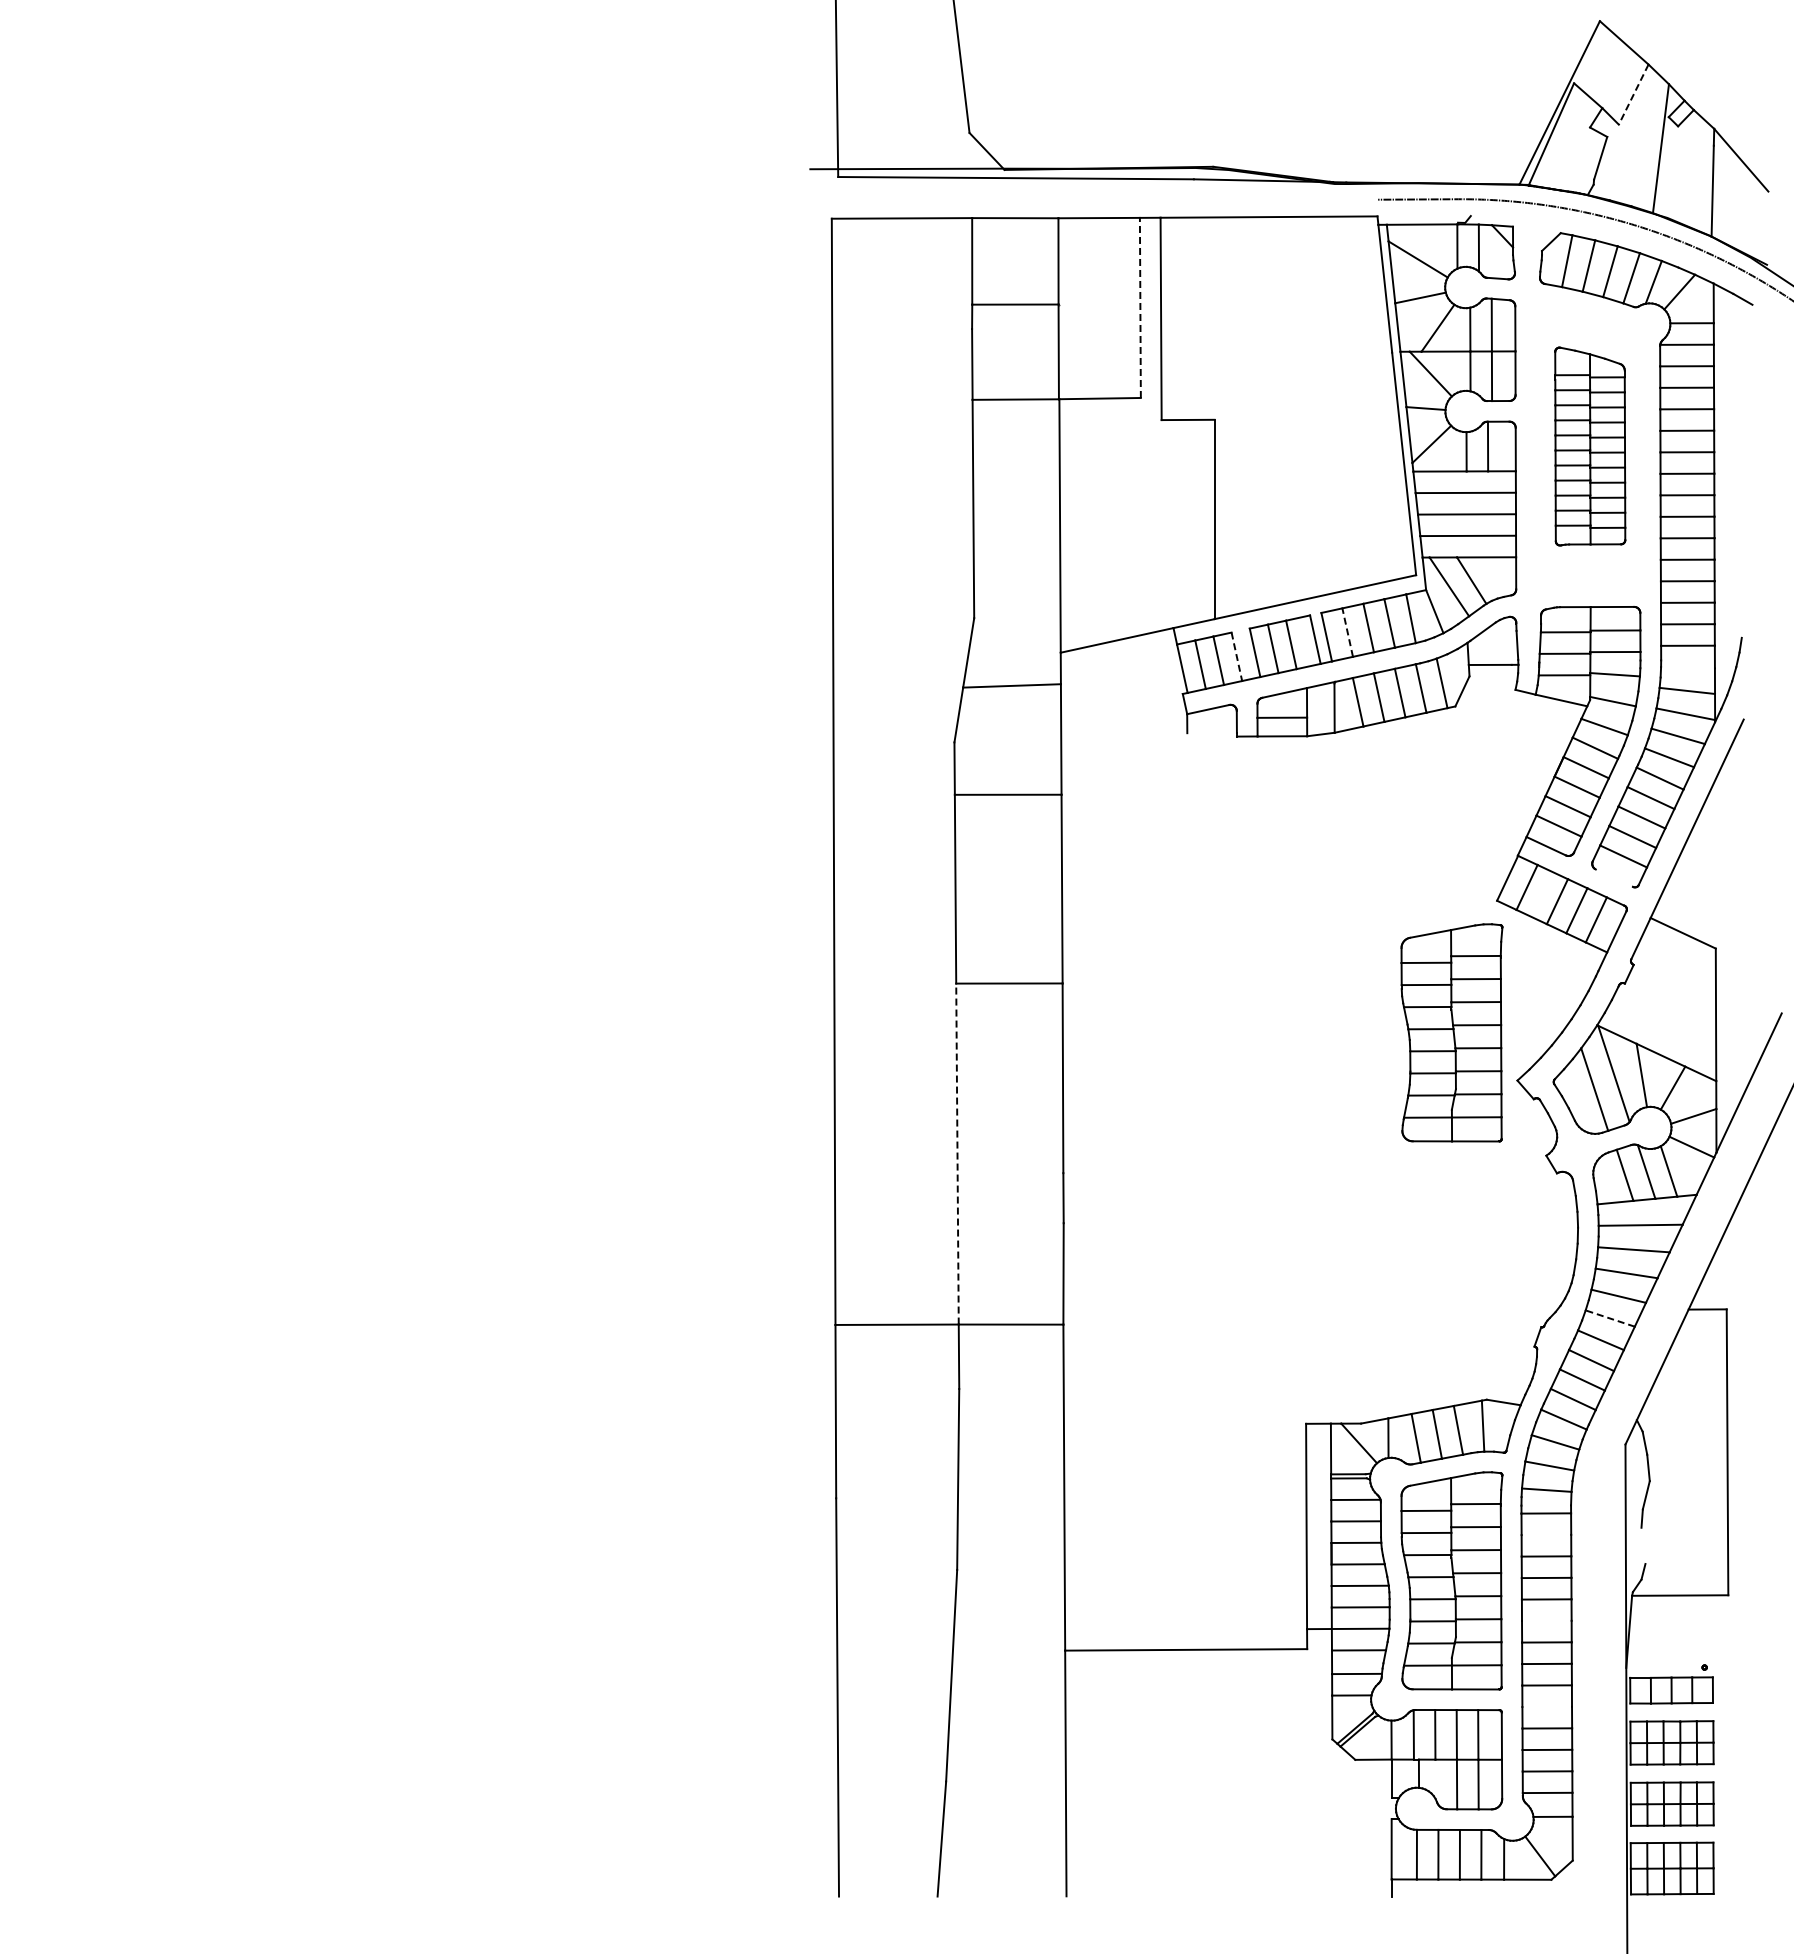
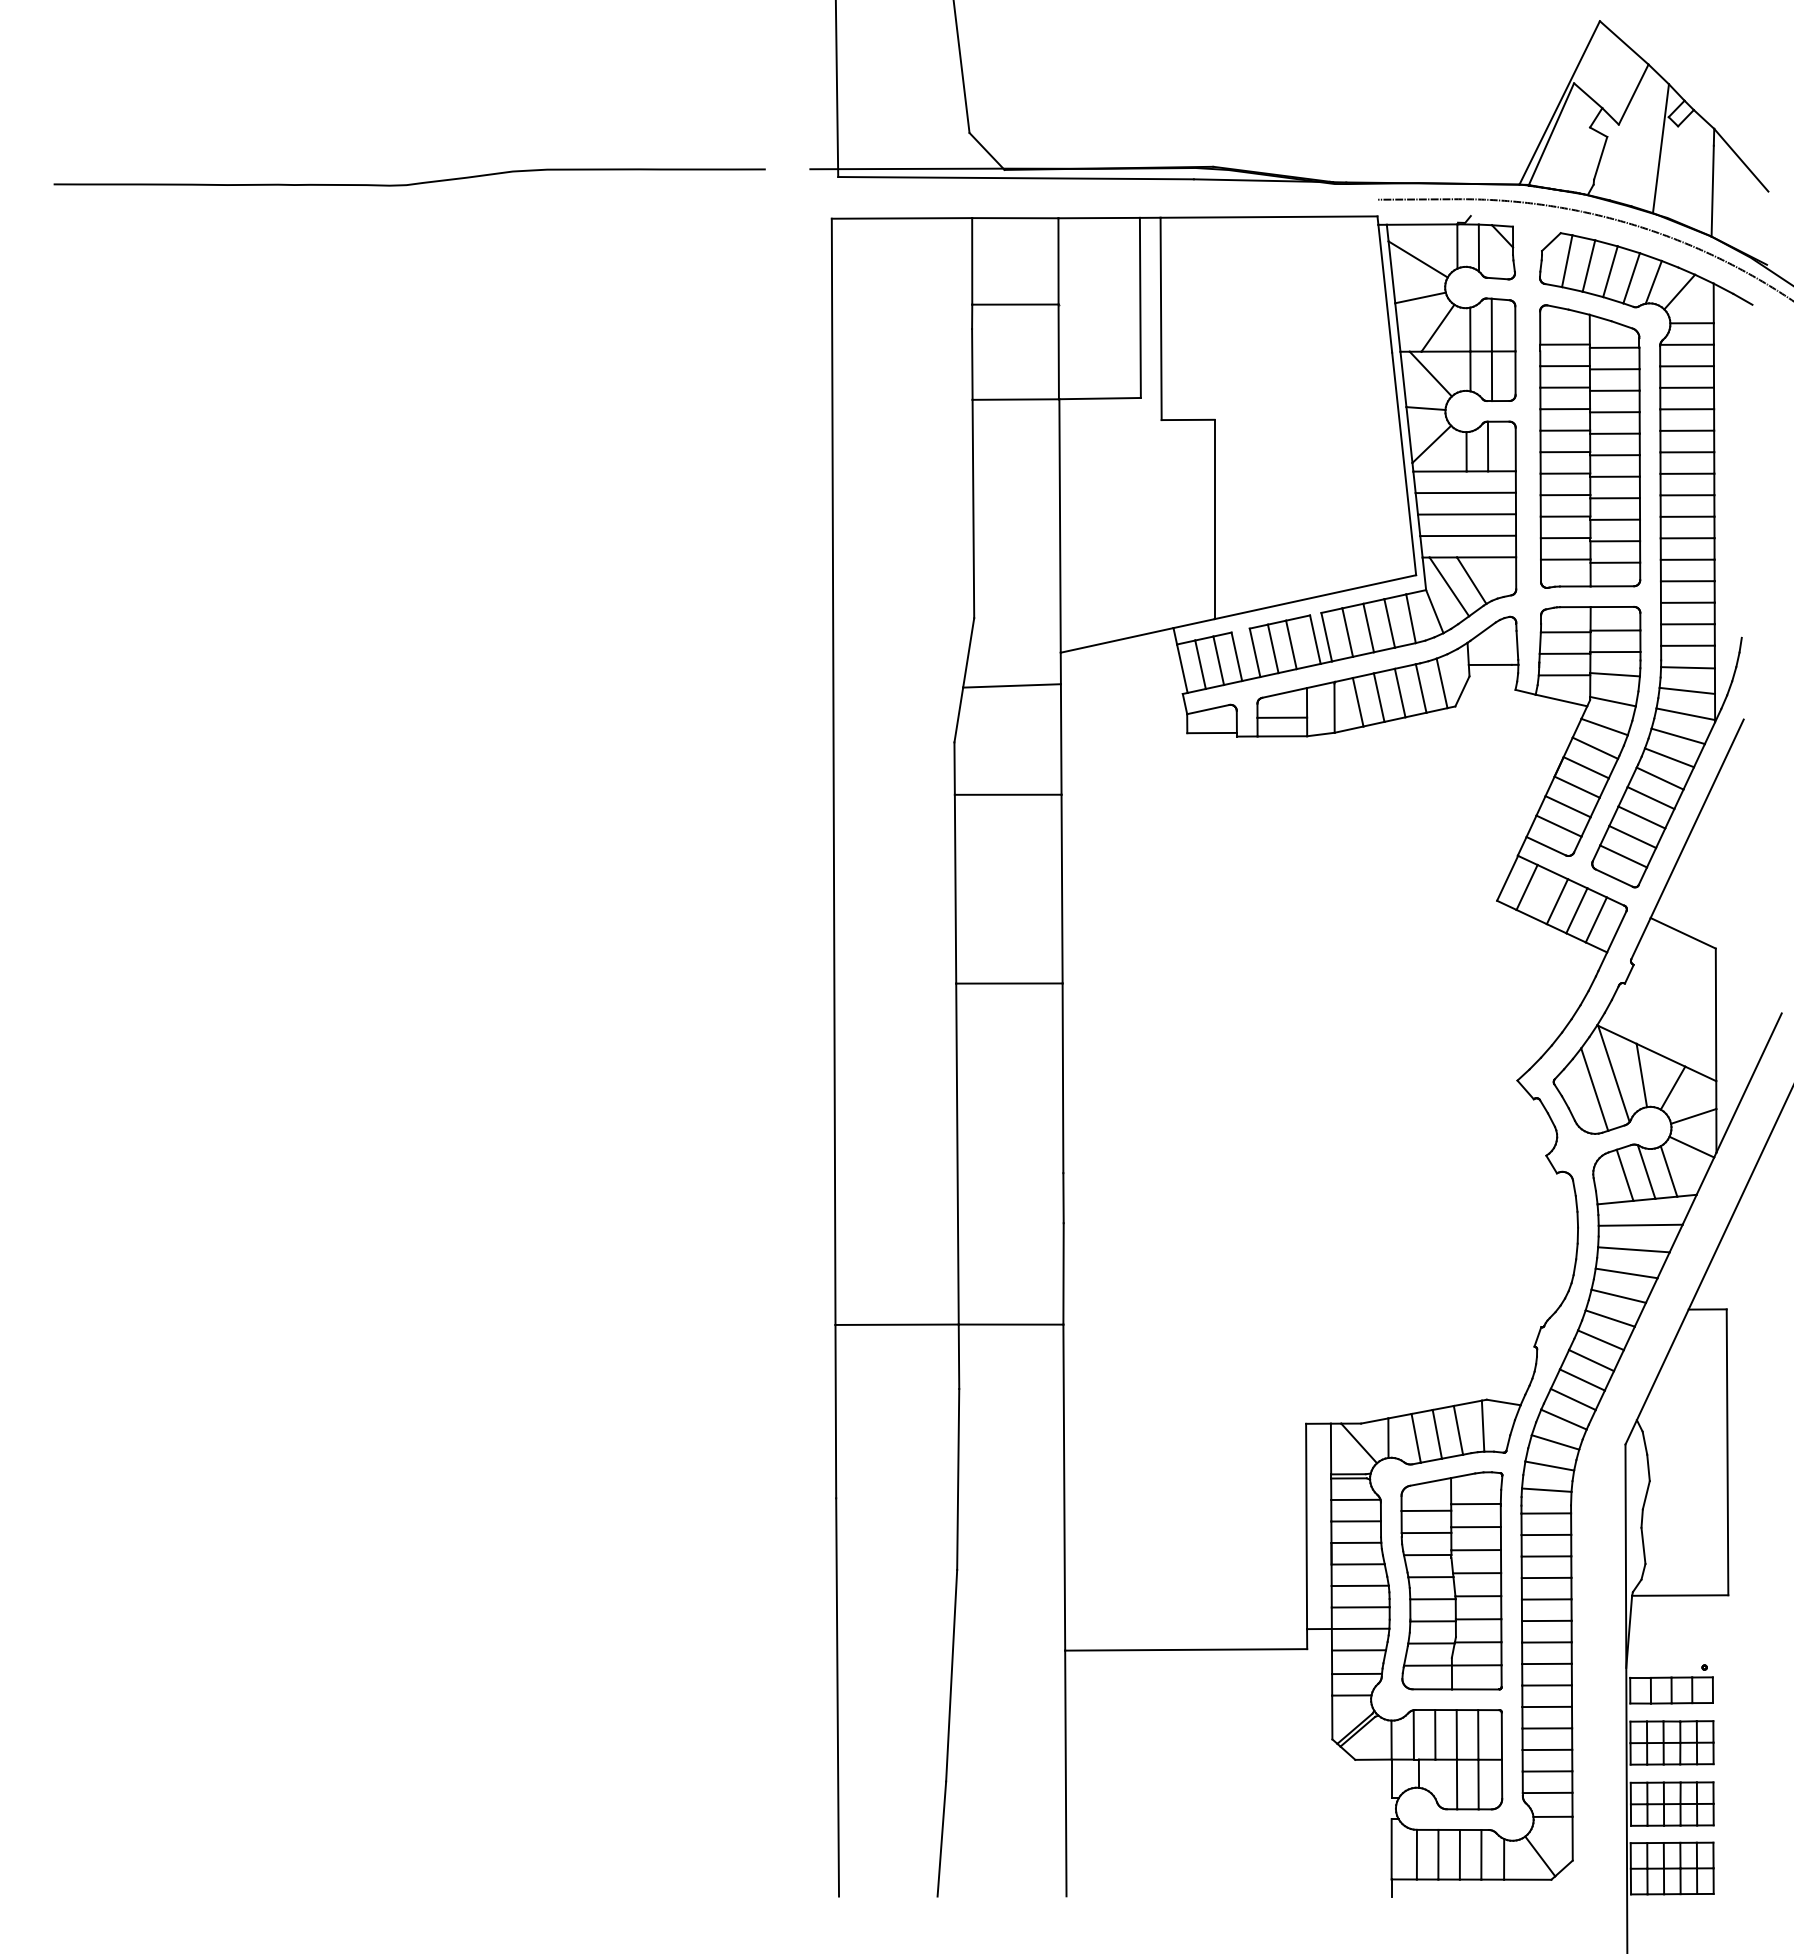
line at (1633, 94): dashed -> solid
curve at (409, 183): none -> present
line at (1140, 307): dashed -> solid
part at (1590, 446) size: 73x201 px -> 103x285 px
line at (1347, 632): dashed -> solid
line at (1236, 656): dashed -> solid
line at (1687, 667): none -> present
line at (1211, 732): none -> present
line at (1613, 877): none -> present
part at (1451, 1032): present -> none
line at (957, 1153): dashed -> solid
line at (1610, 1318): dashed -> solid
line at (1546, 1534): none -> present
line at (1643, 1545): none -> present
line at (1546, 1620): none -> present
line at (1547, 1706): none -> present
